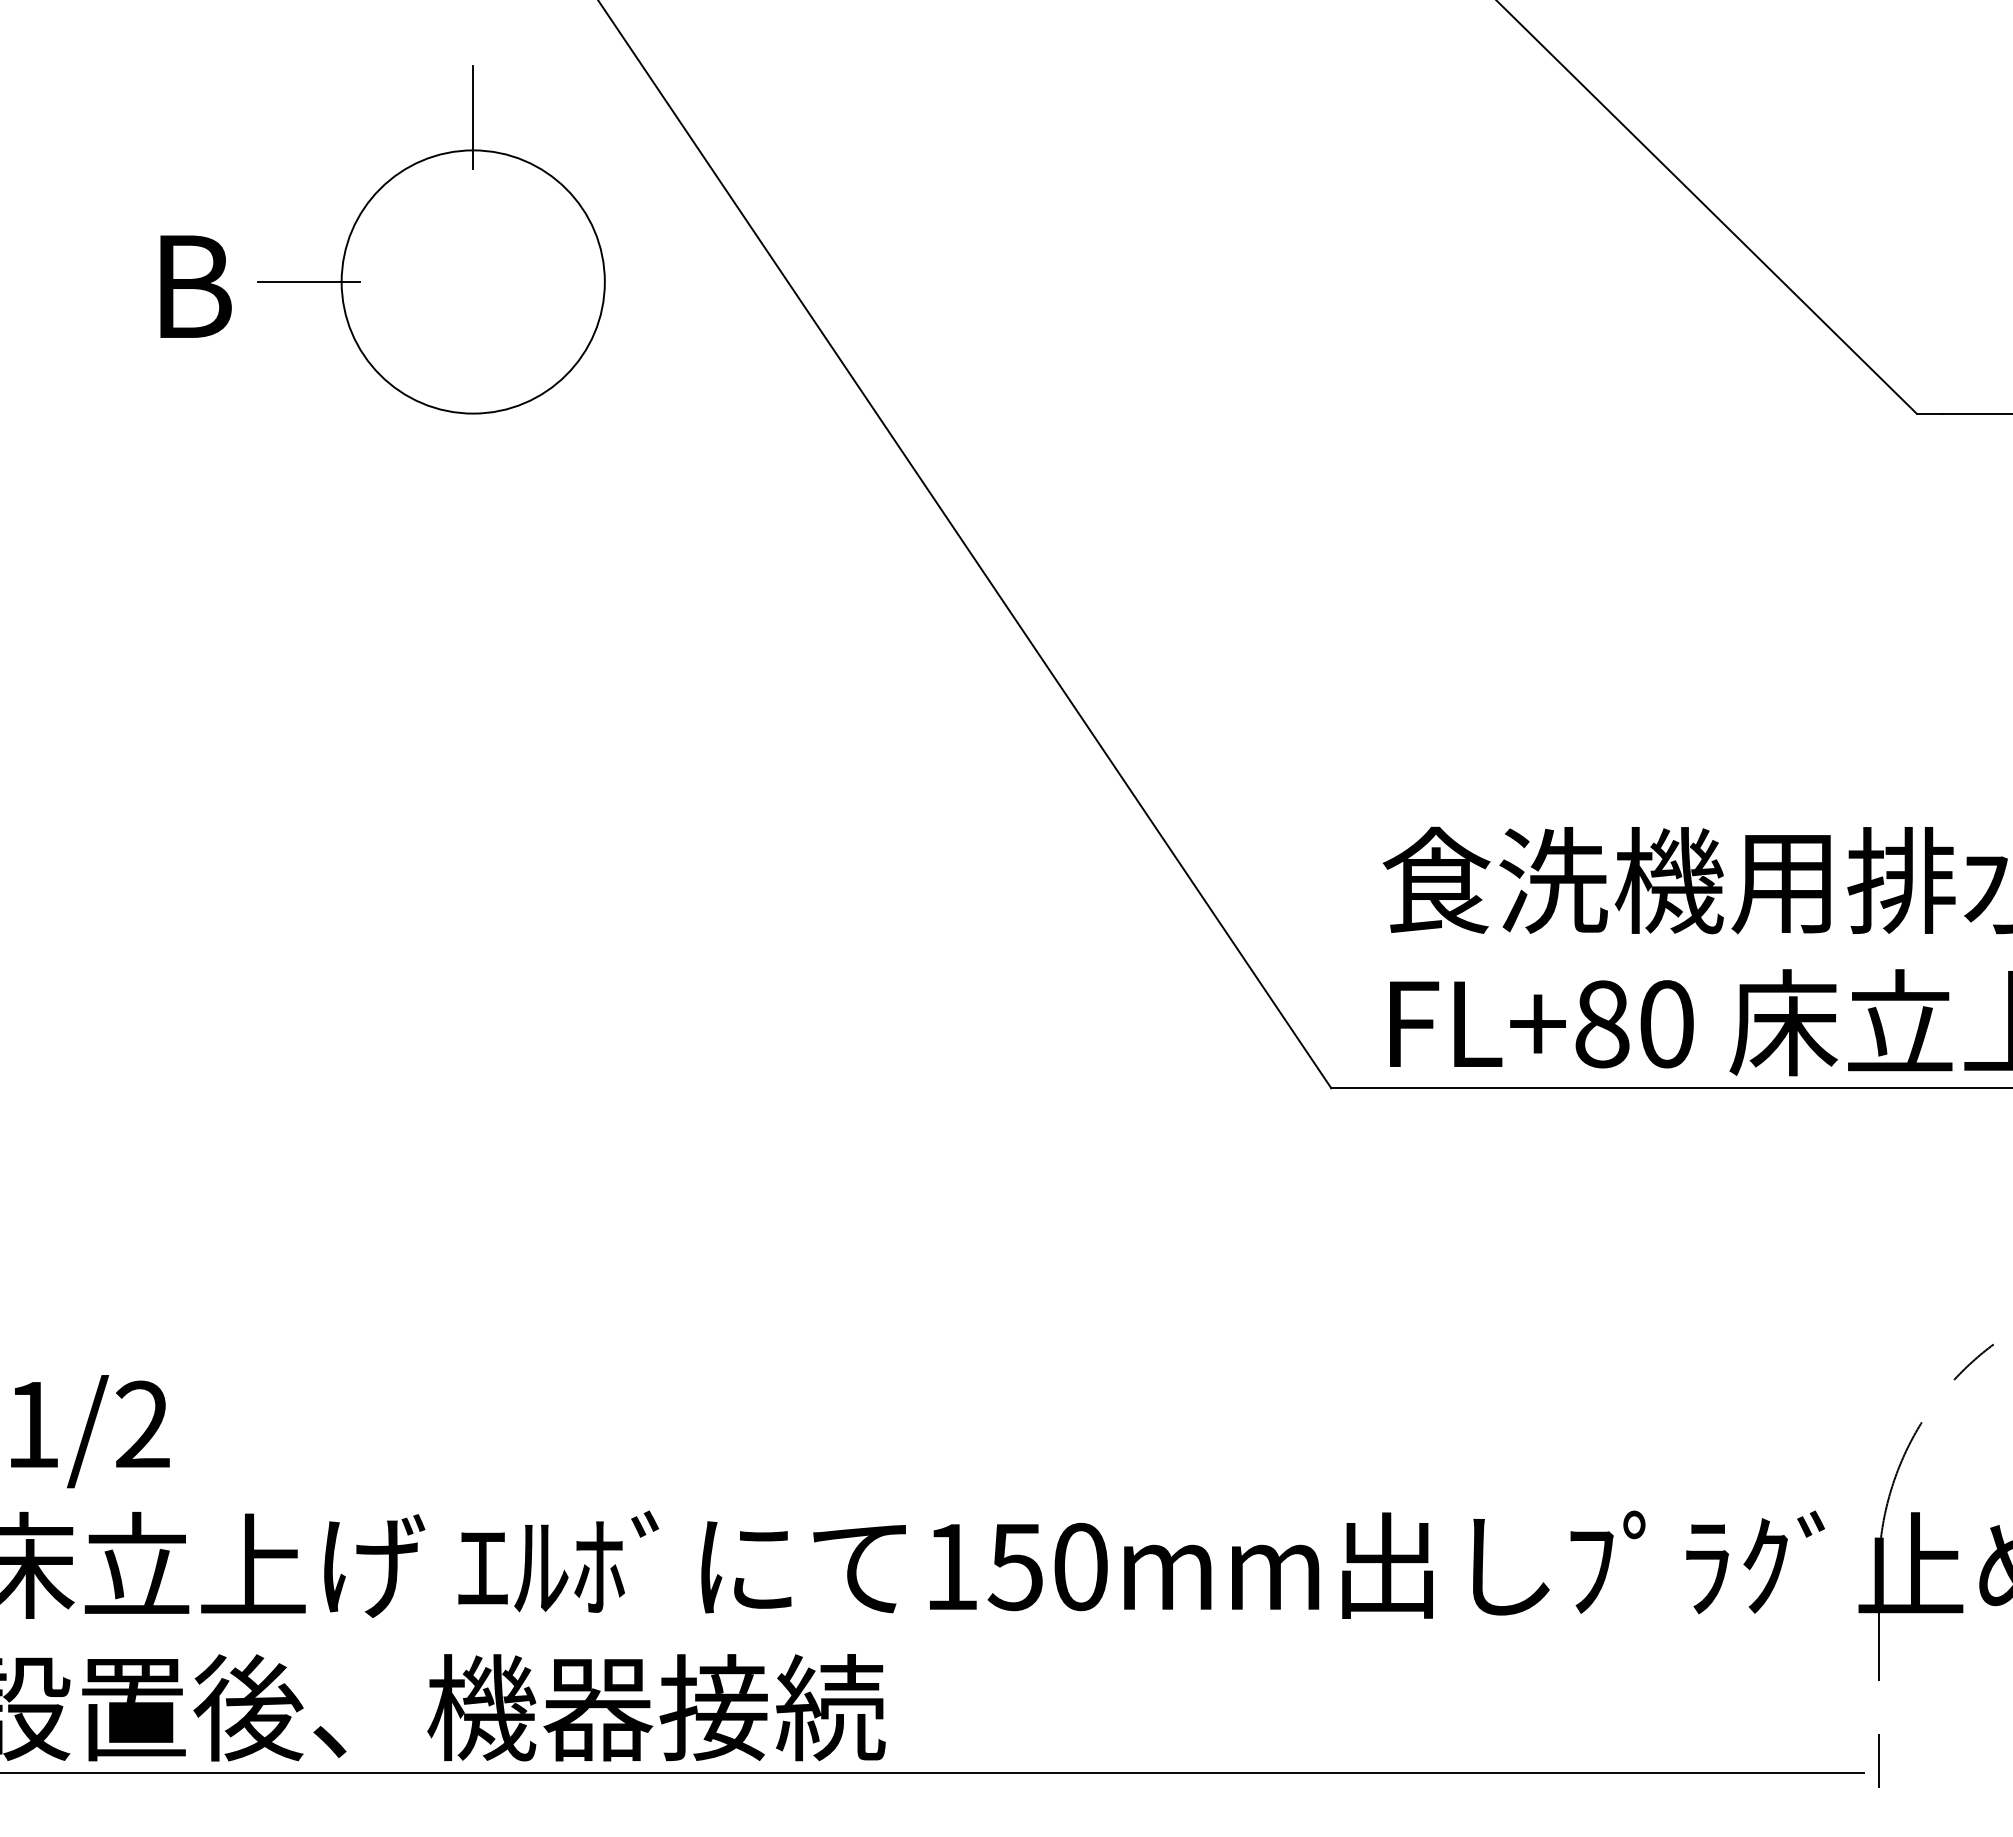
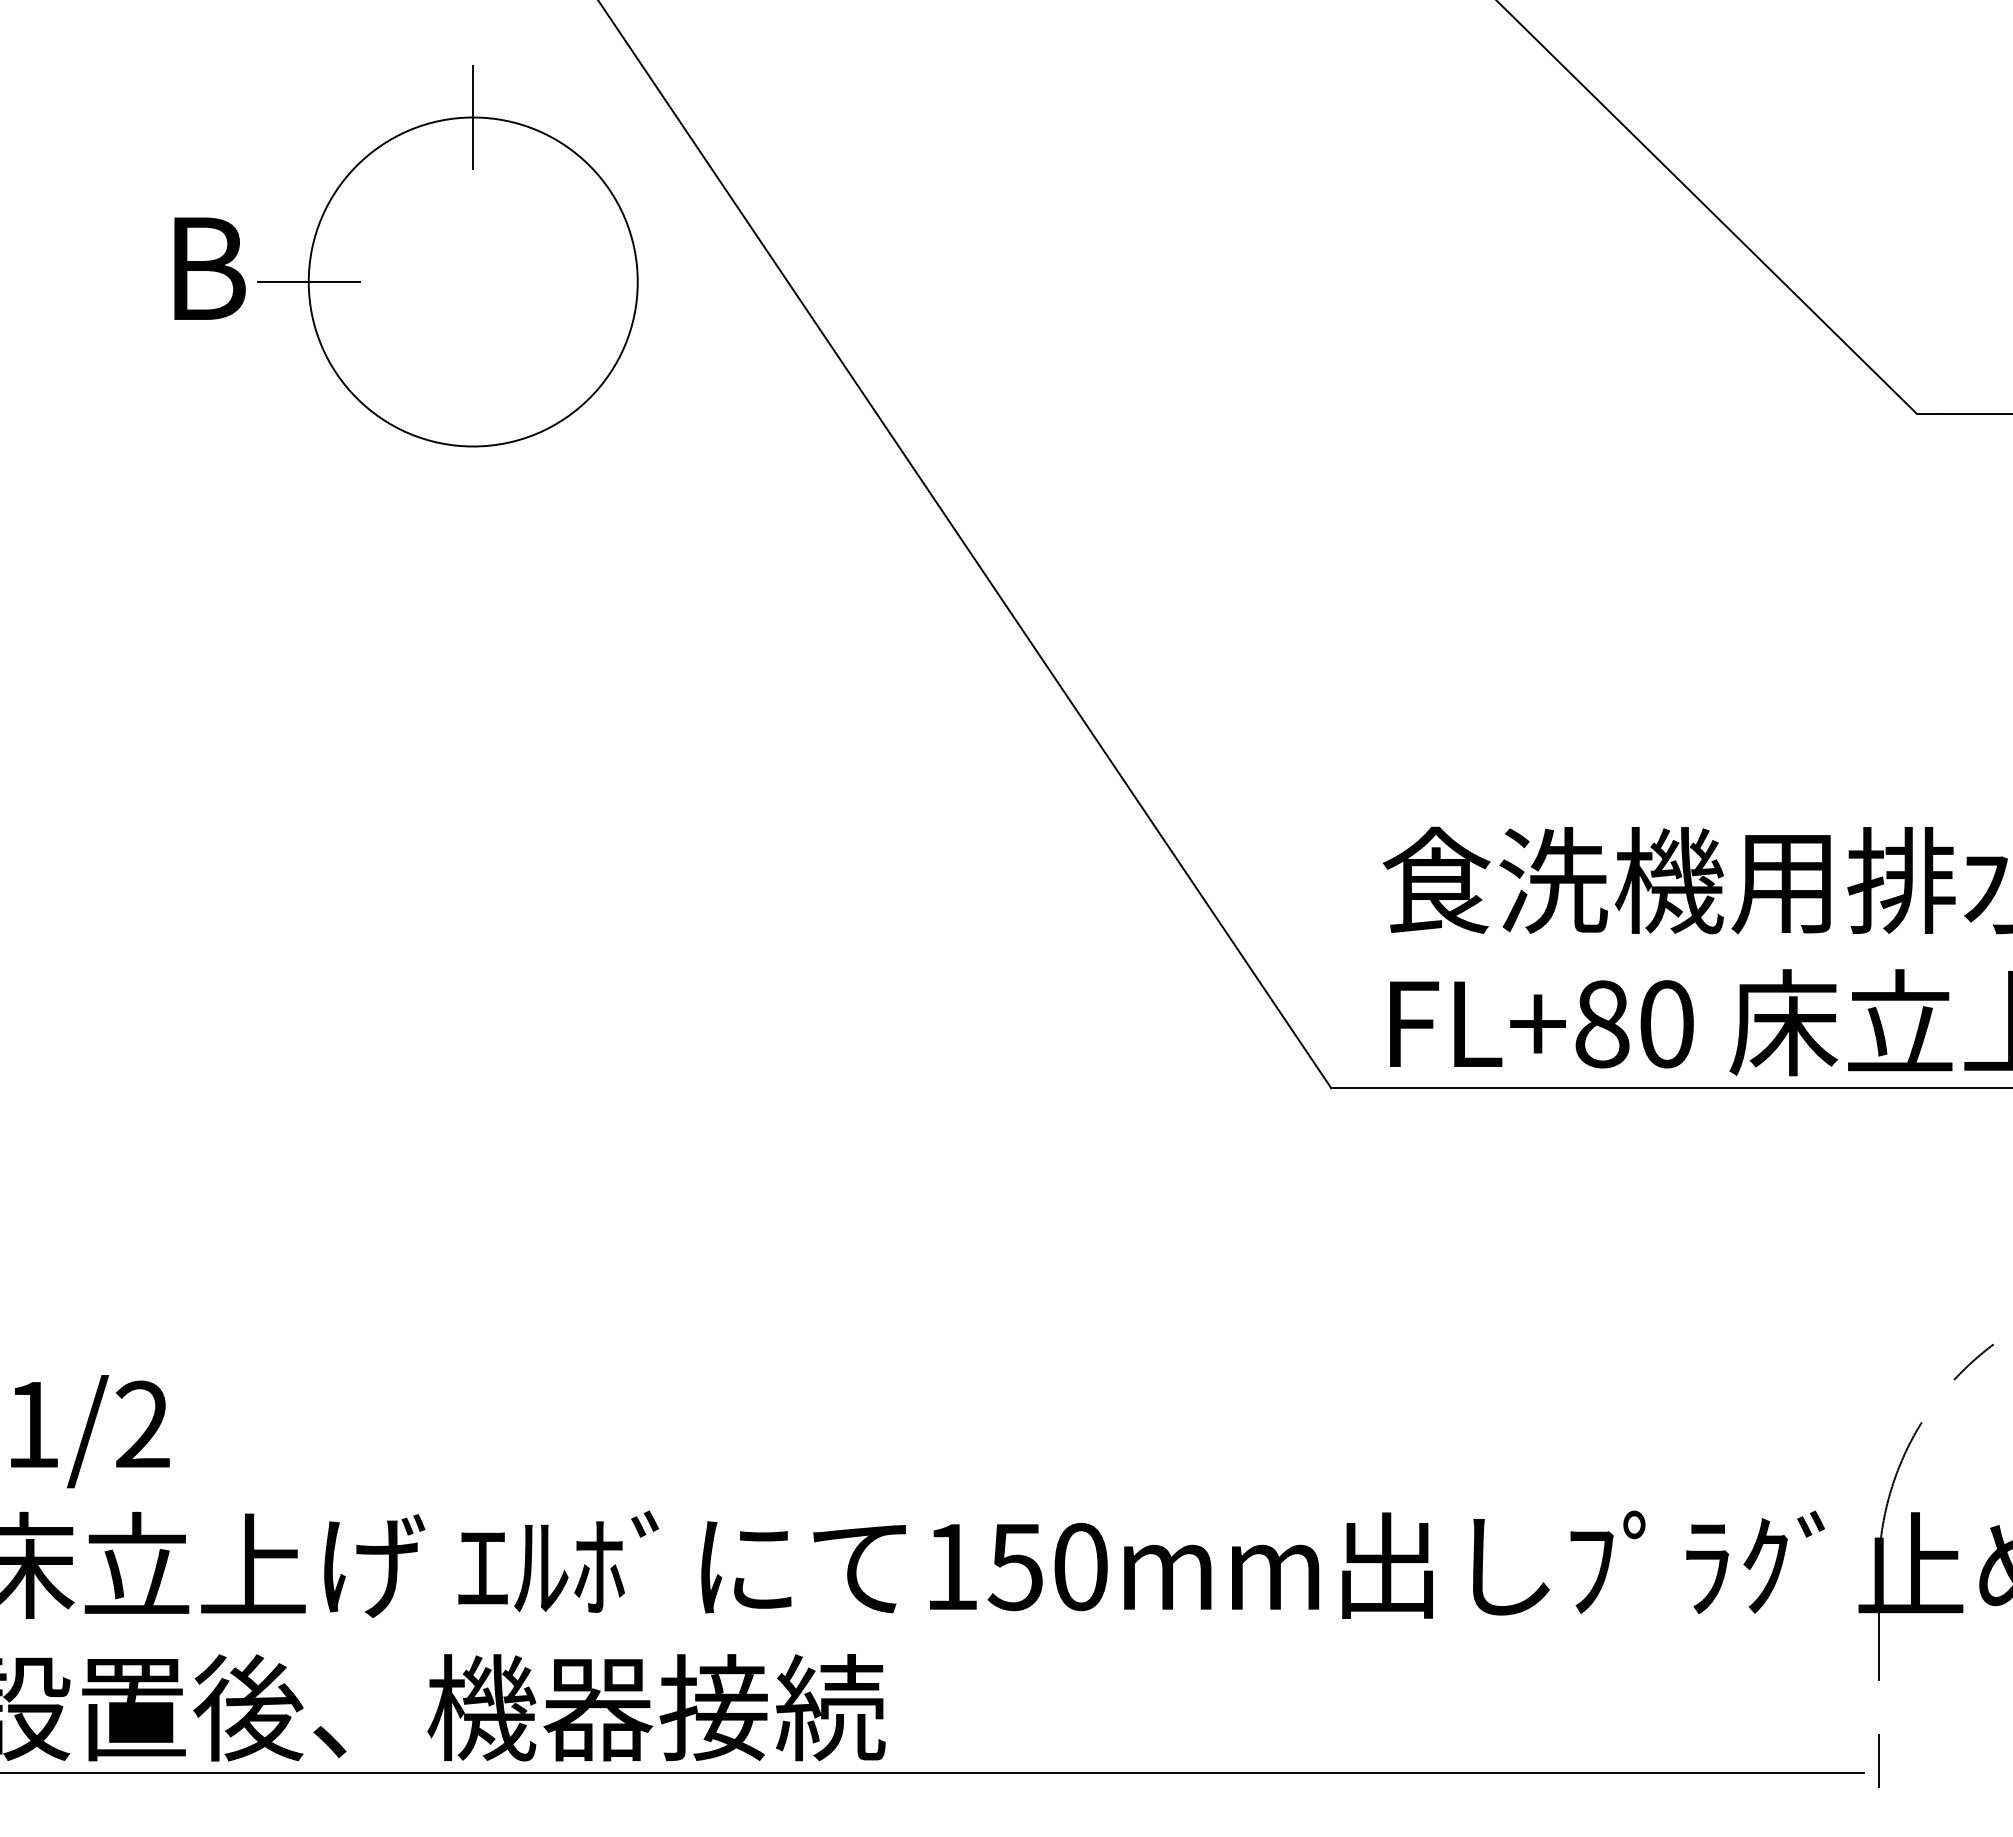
circle at (472, 281) diameter: 263 px -> 329 px
text at (195, 286) position: (195, 286) -> (209, 268)
